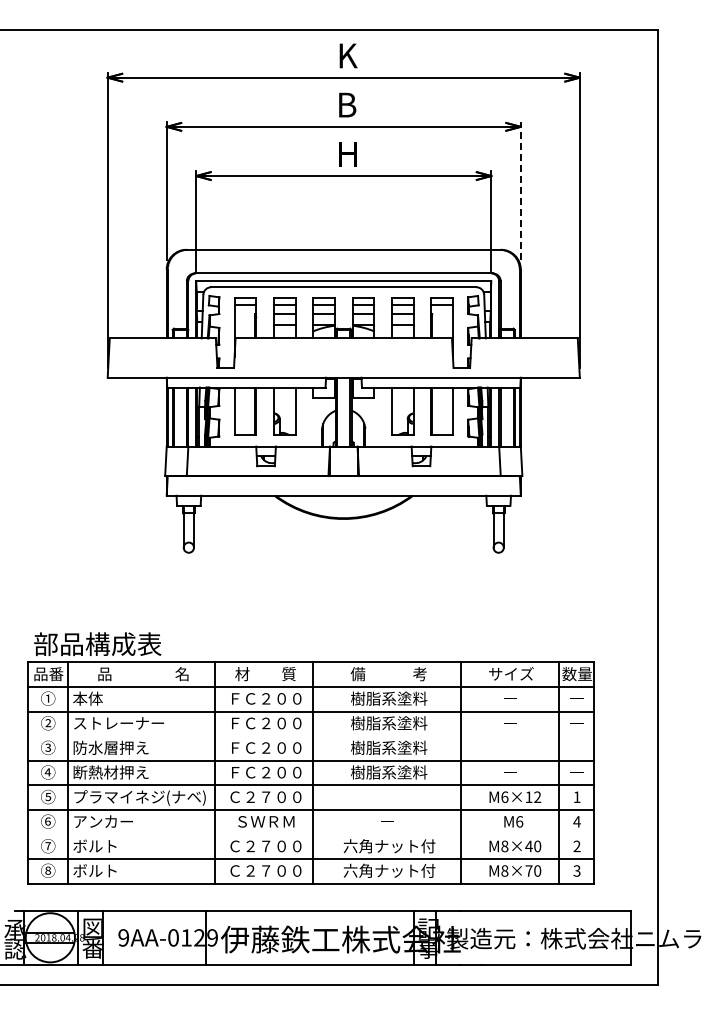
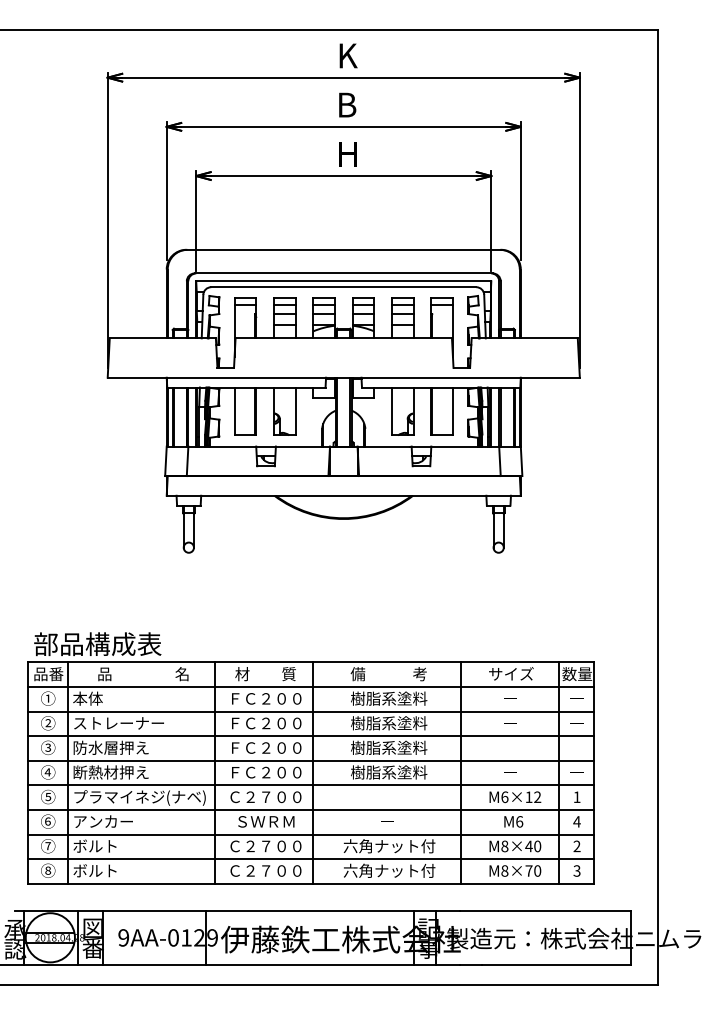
line at (520, 190): dashed -> solid
line at (310, 736): none -> present
line at (310, 834): none -> present
